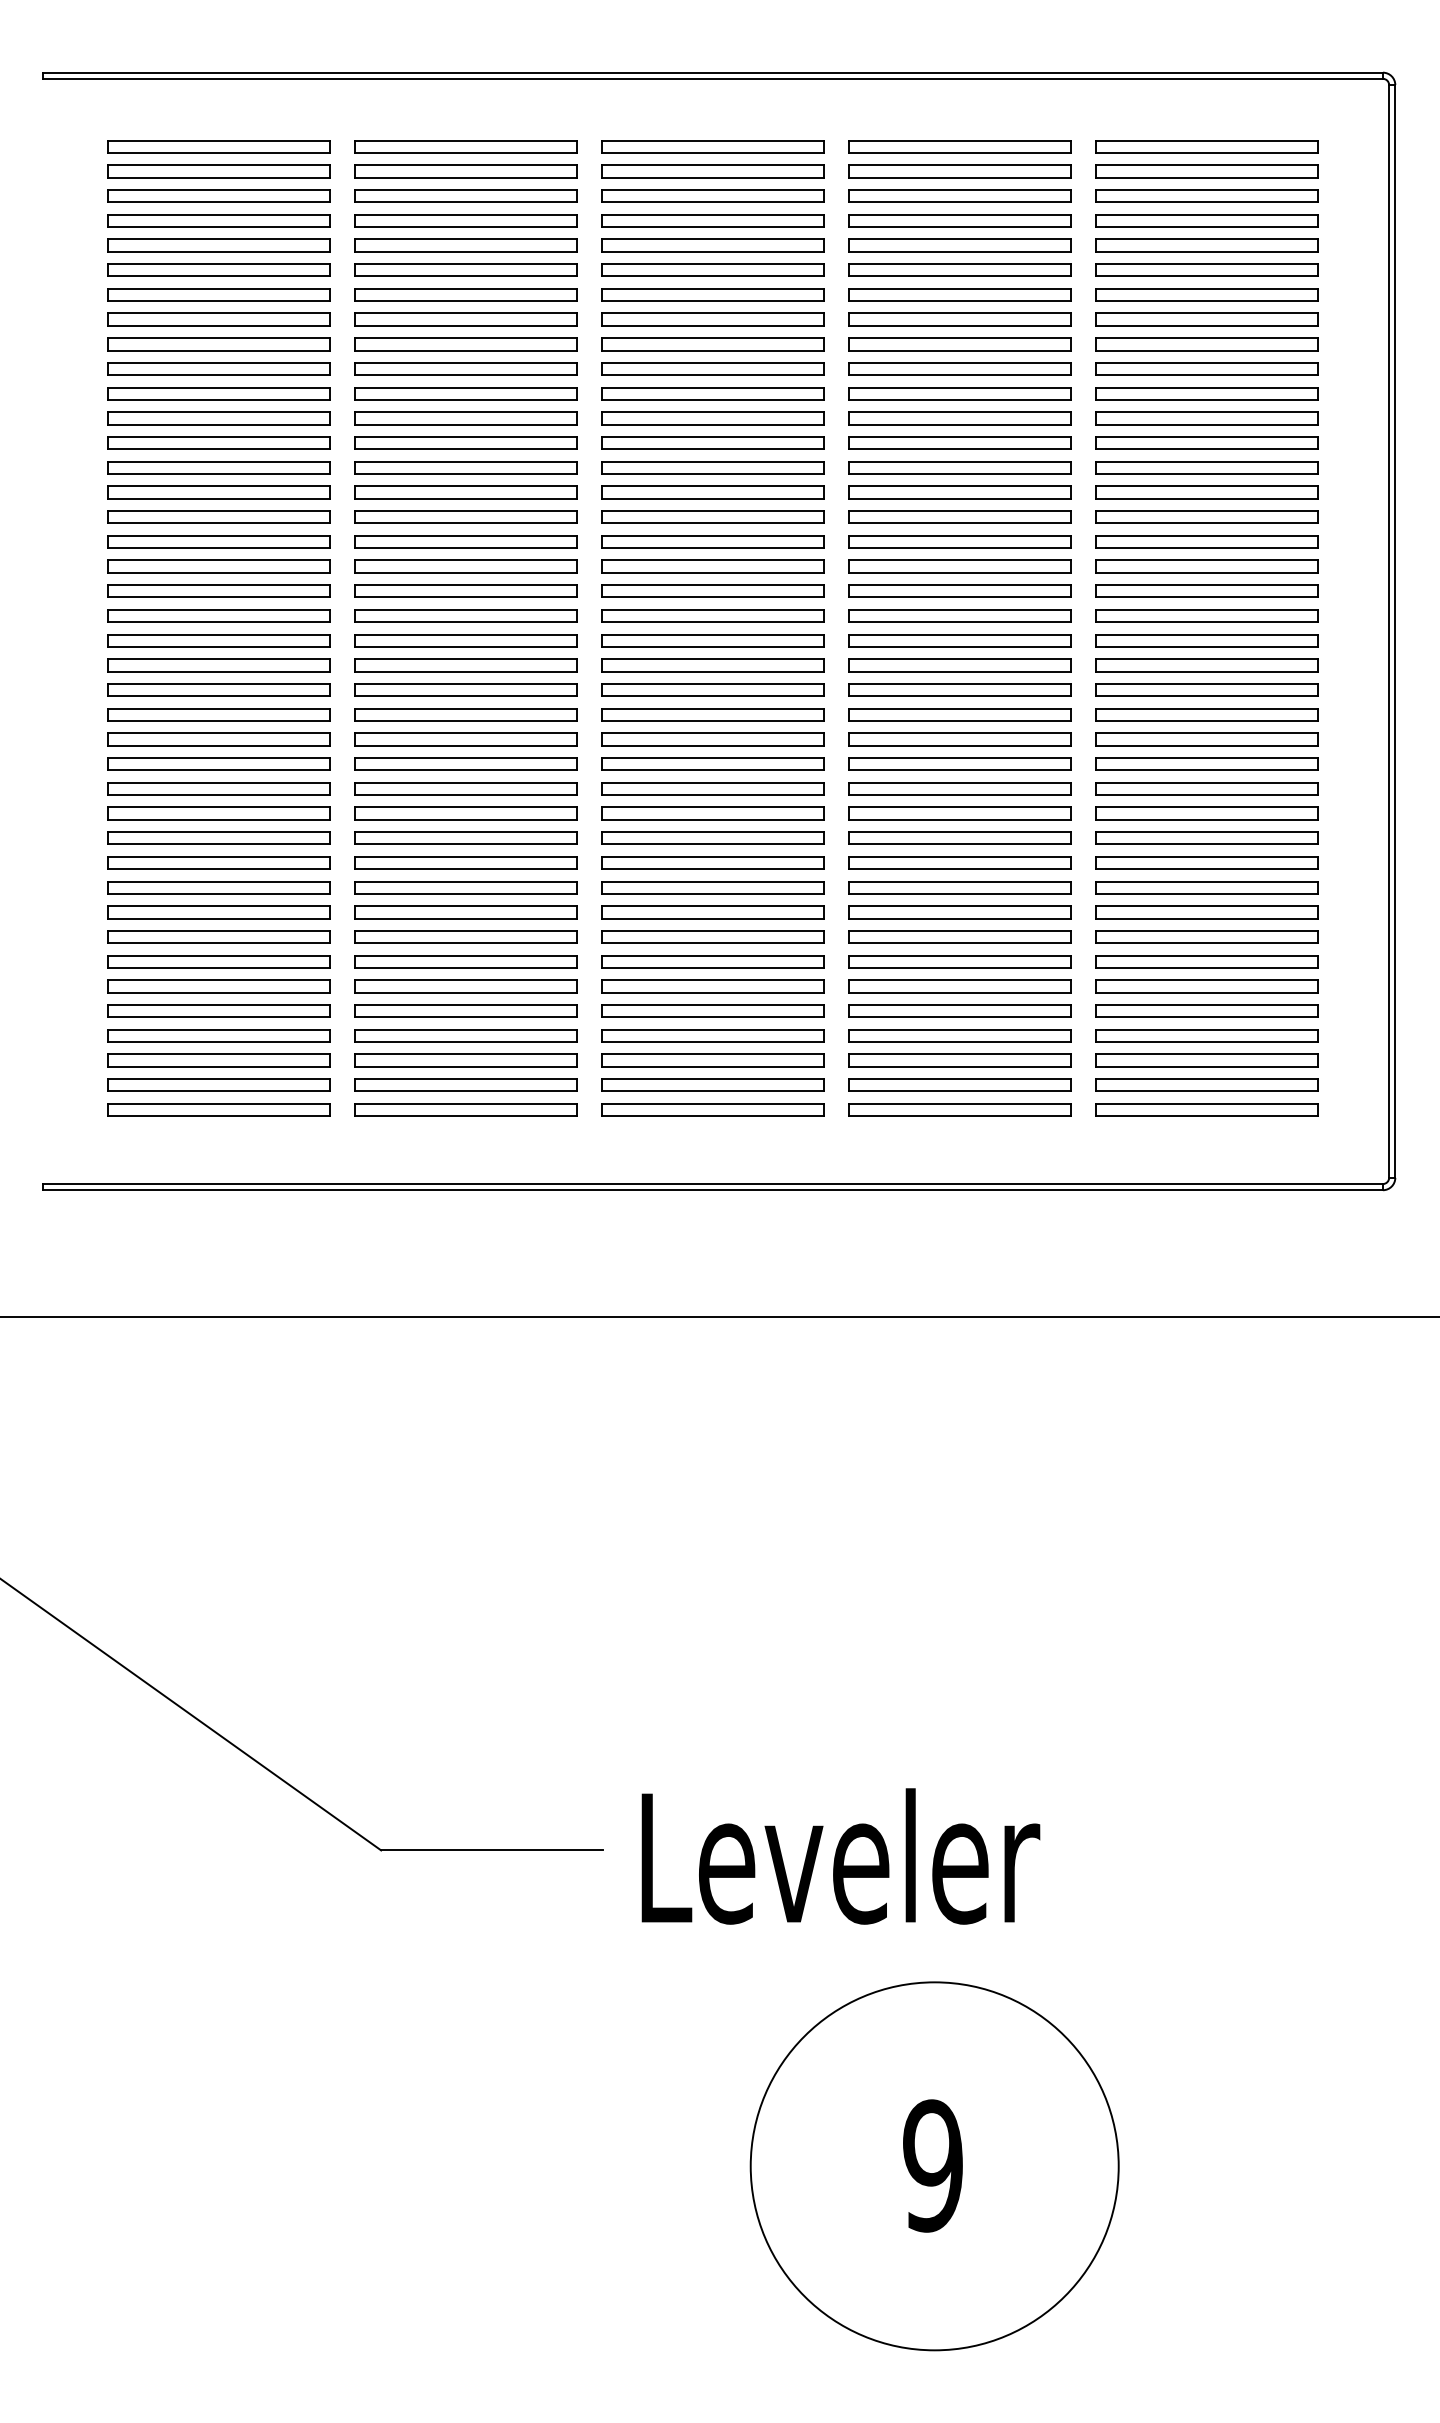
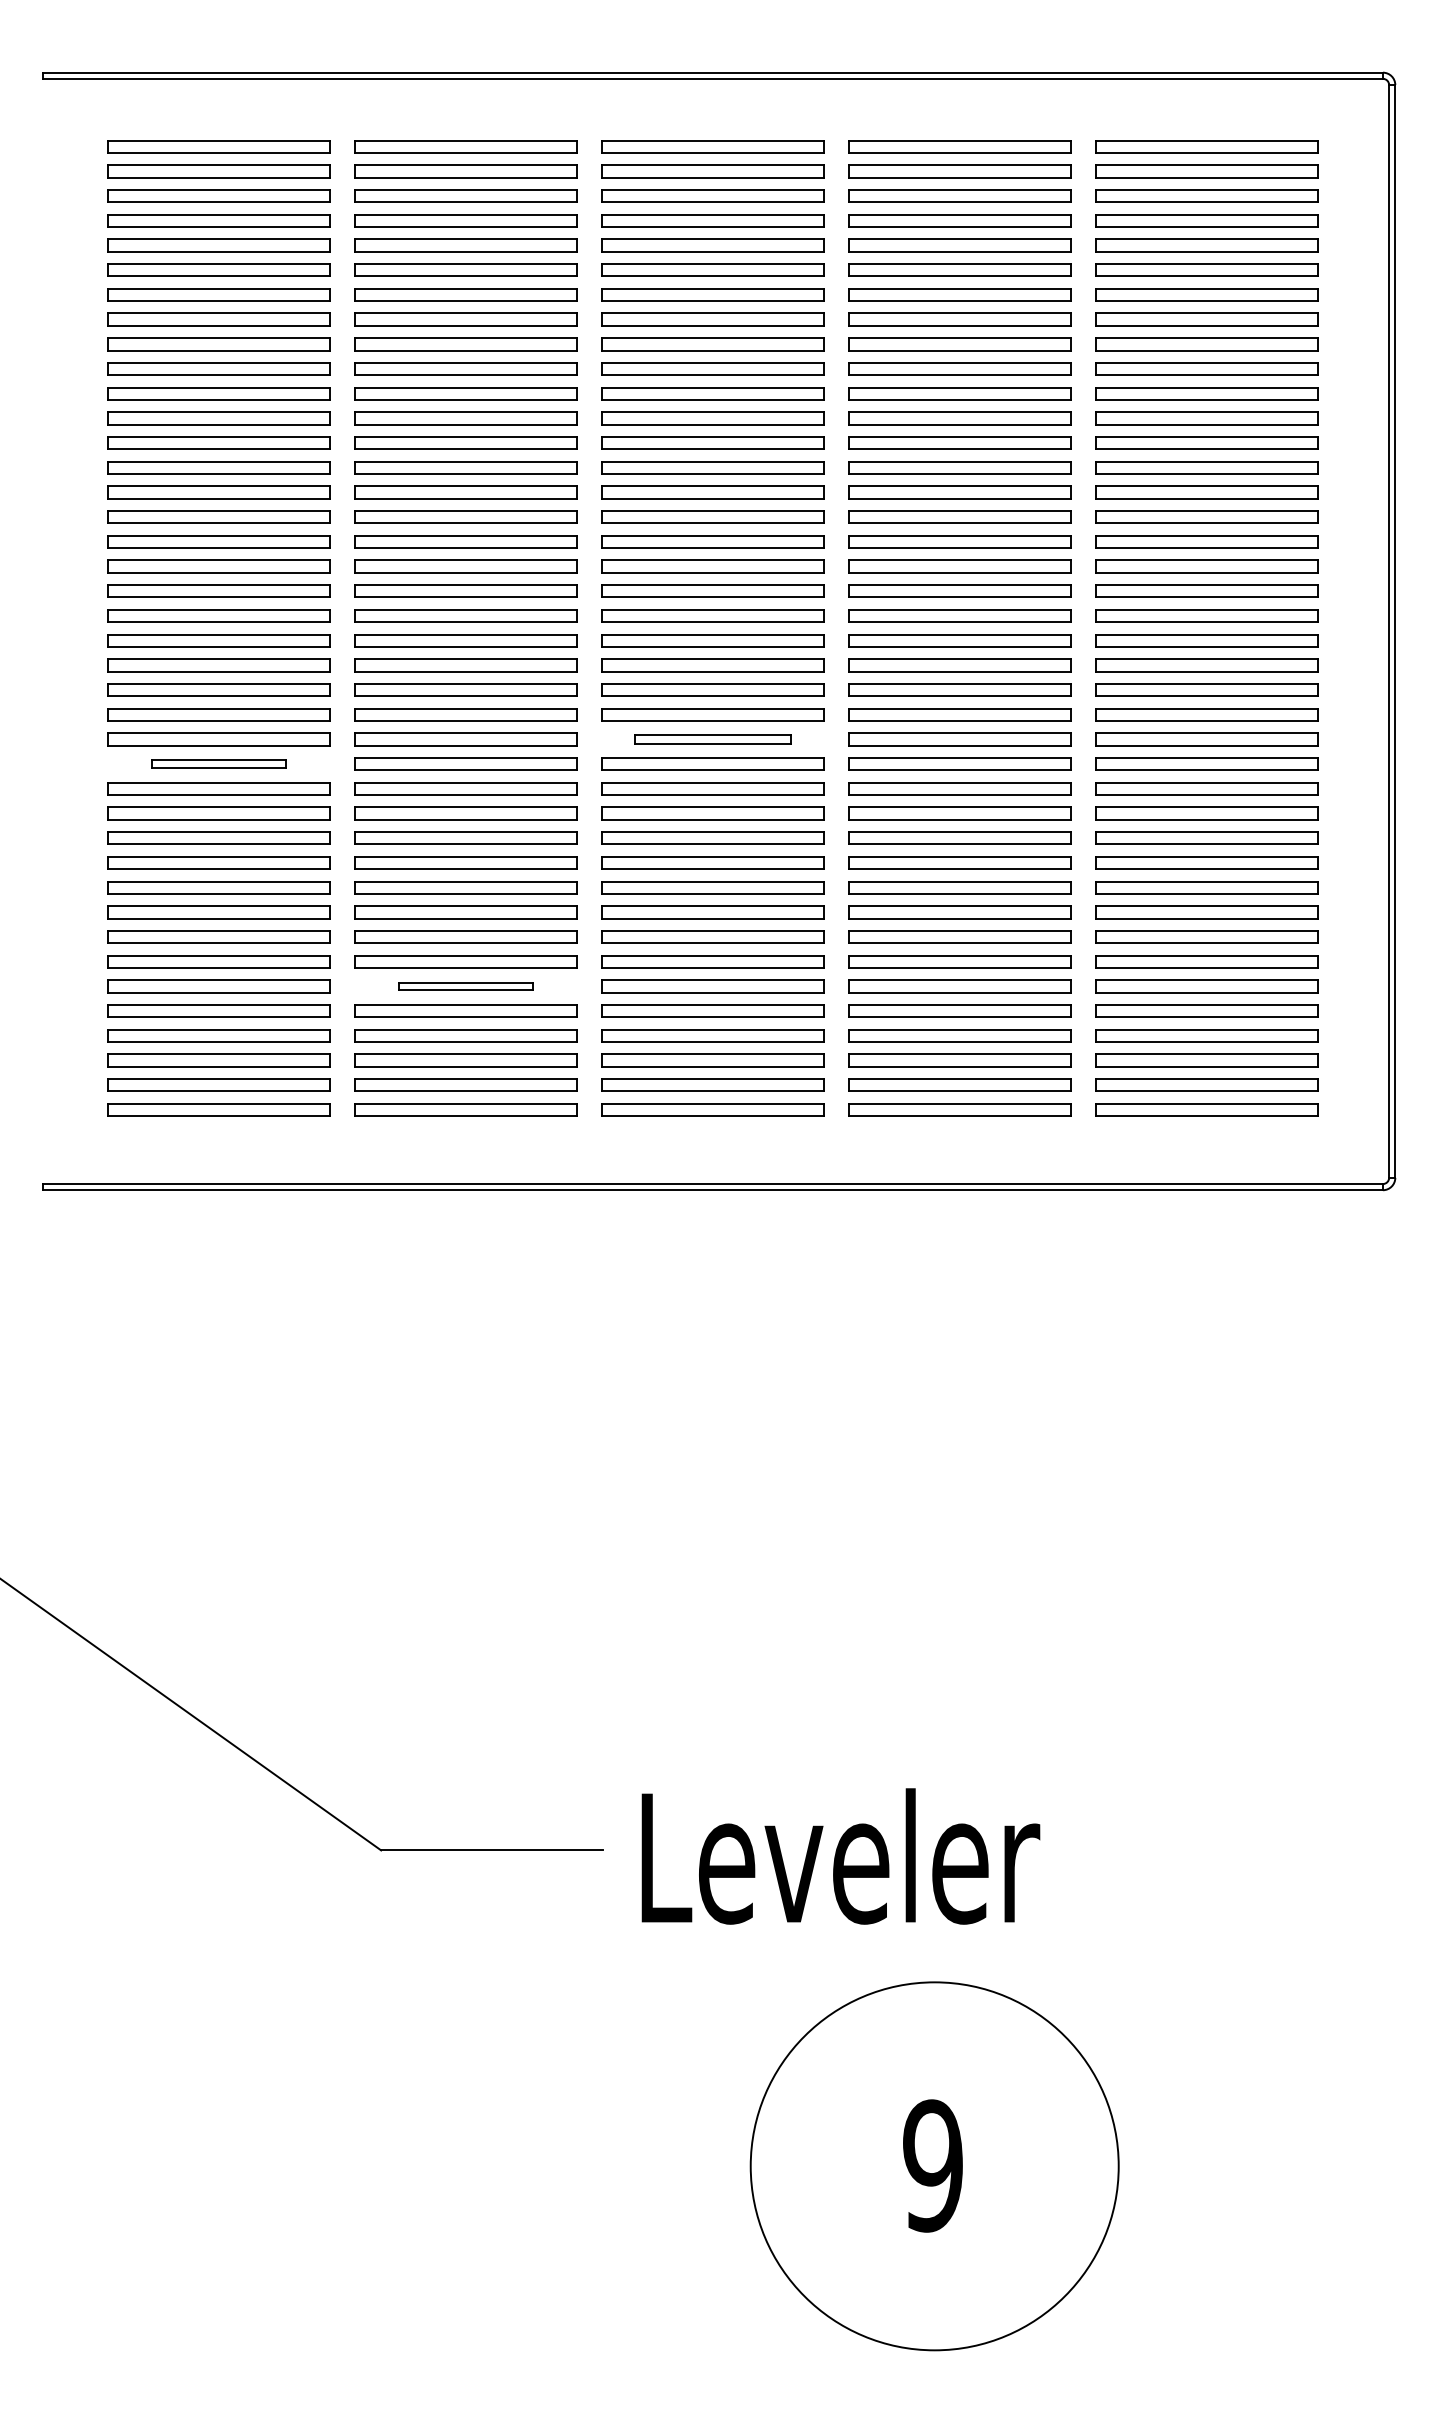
part at (712, 739) size: 224x15 px -> 158x11 px
part at (218, 763) size: 224x14 px -> 136x10 px
part at (465, 986) size: 224x15 px -> 136x9 px
line at (719, 1316): present -> none
